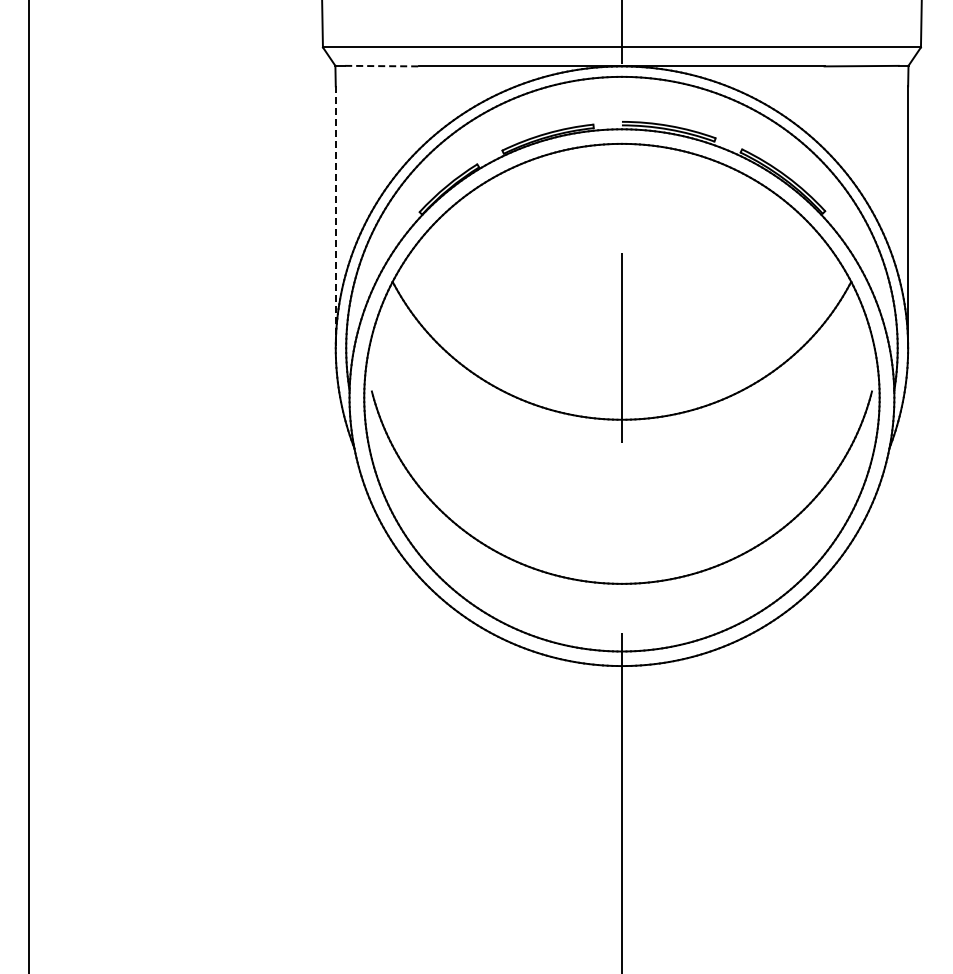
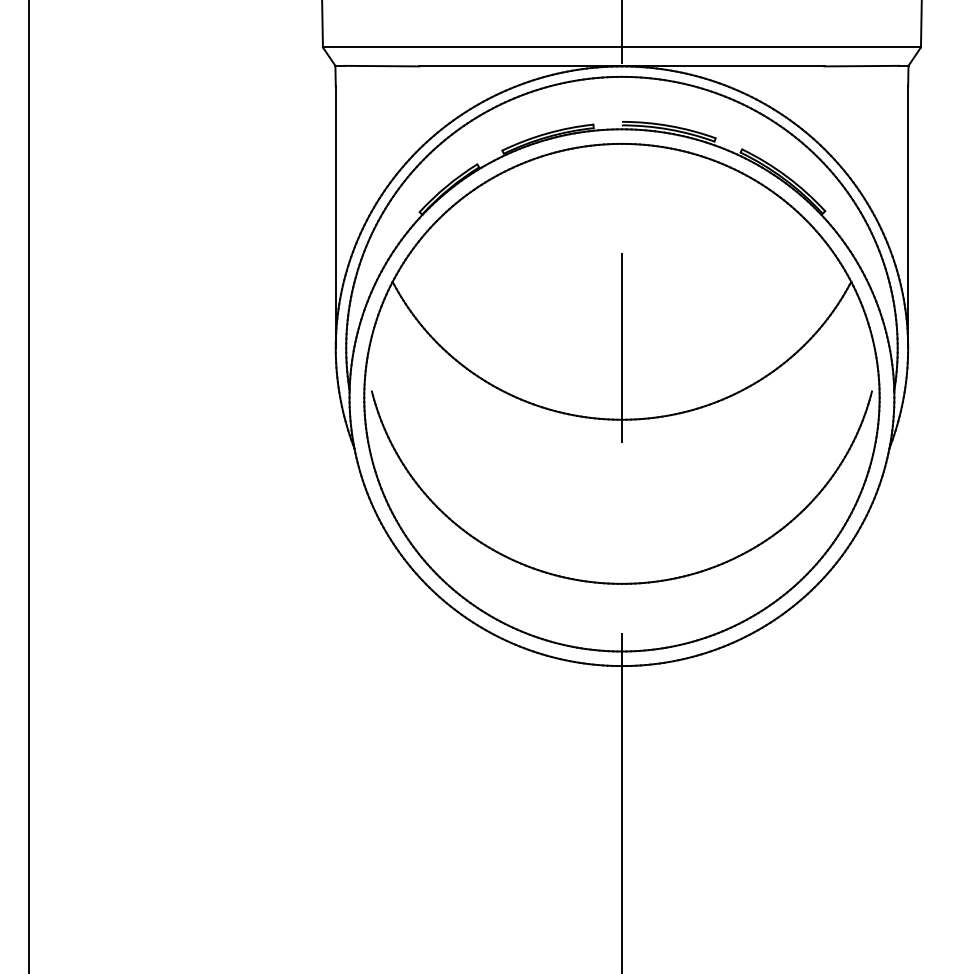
line at (382, 66): dashed -> solid
line at (335, 217): dashed -> solid
